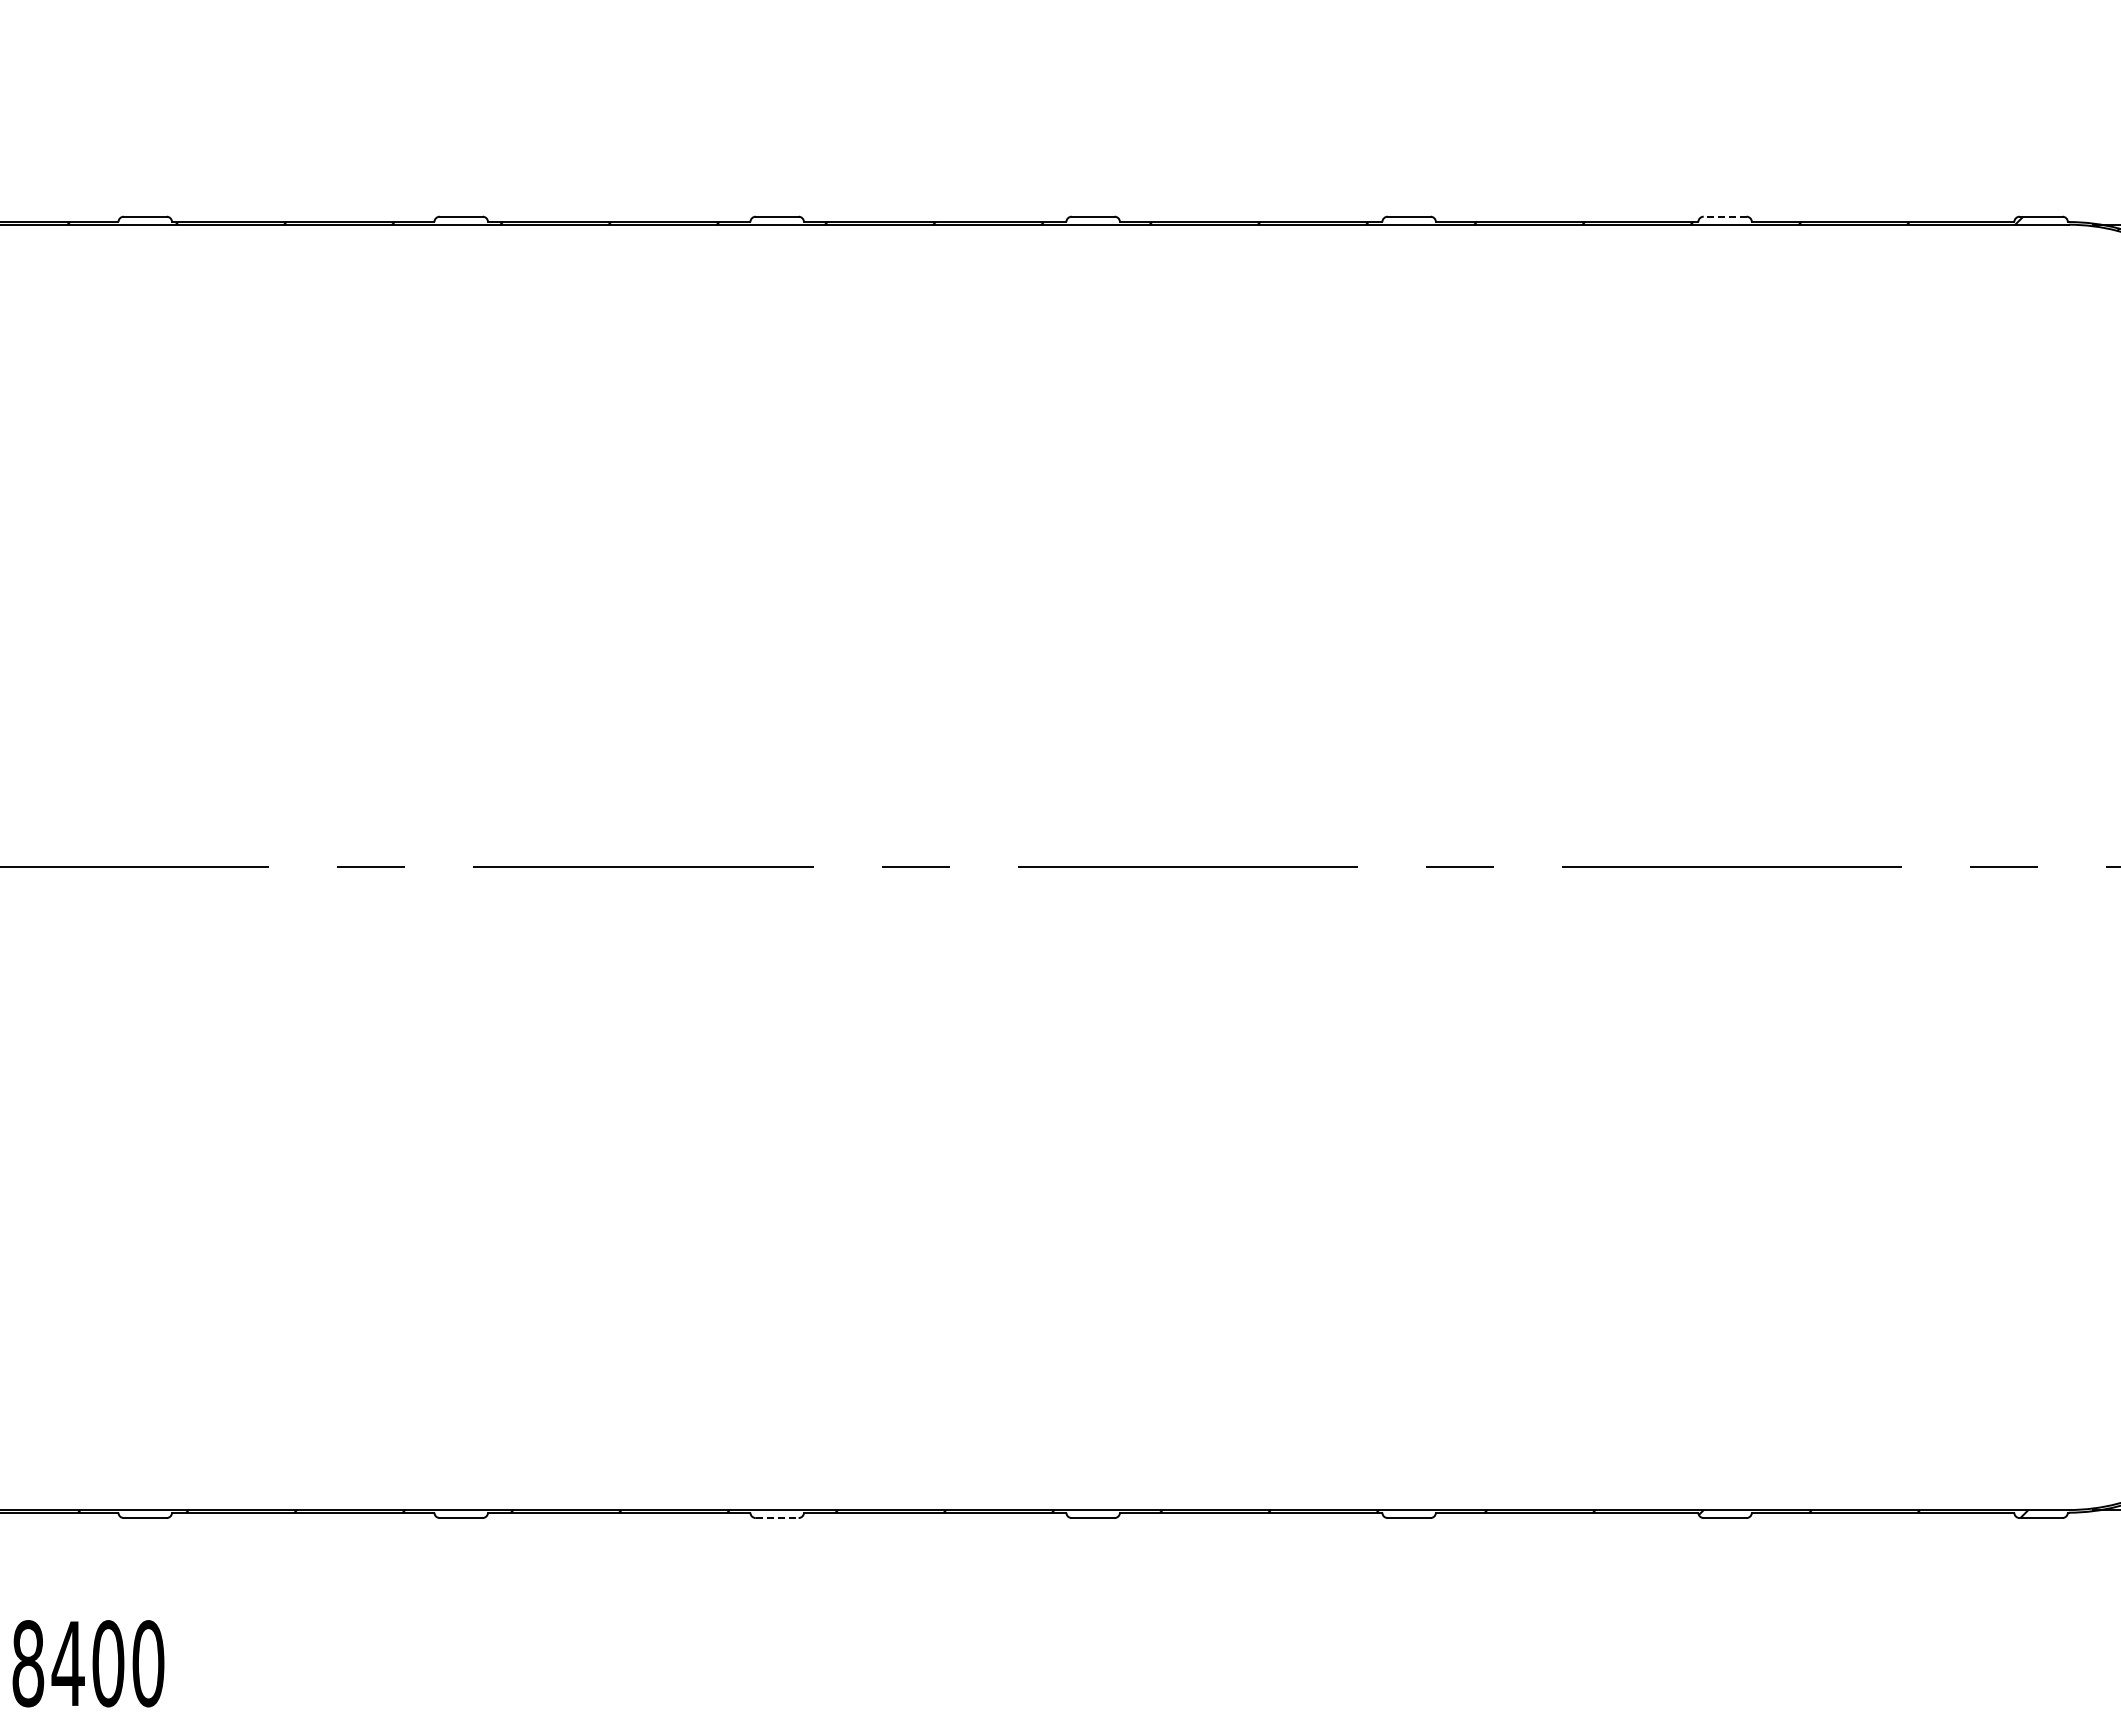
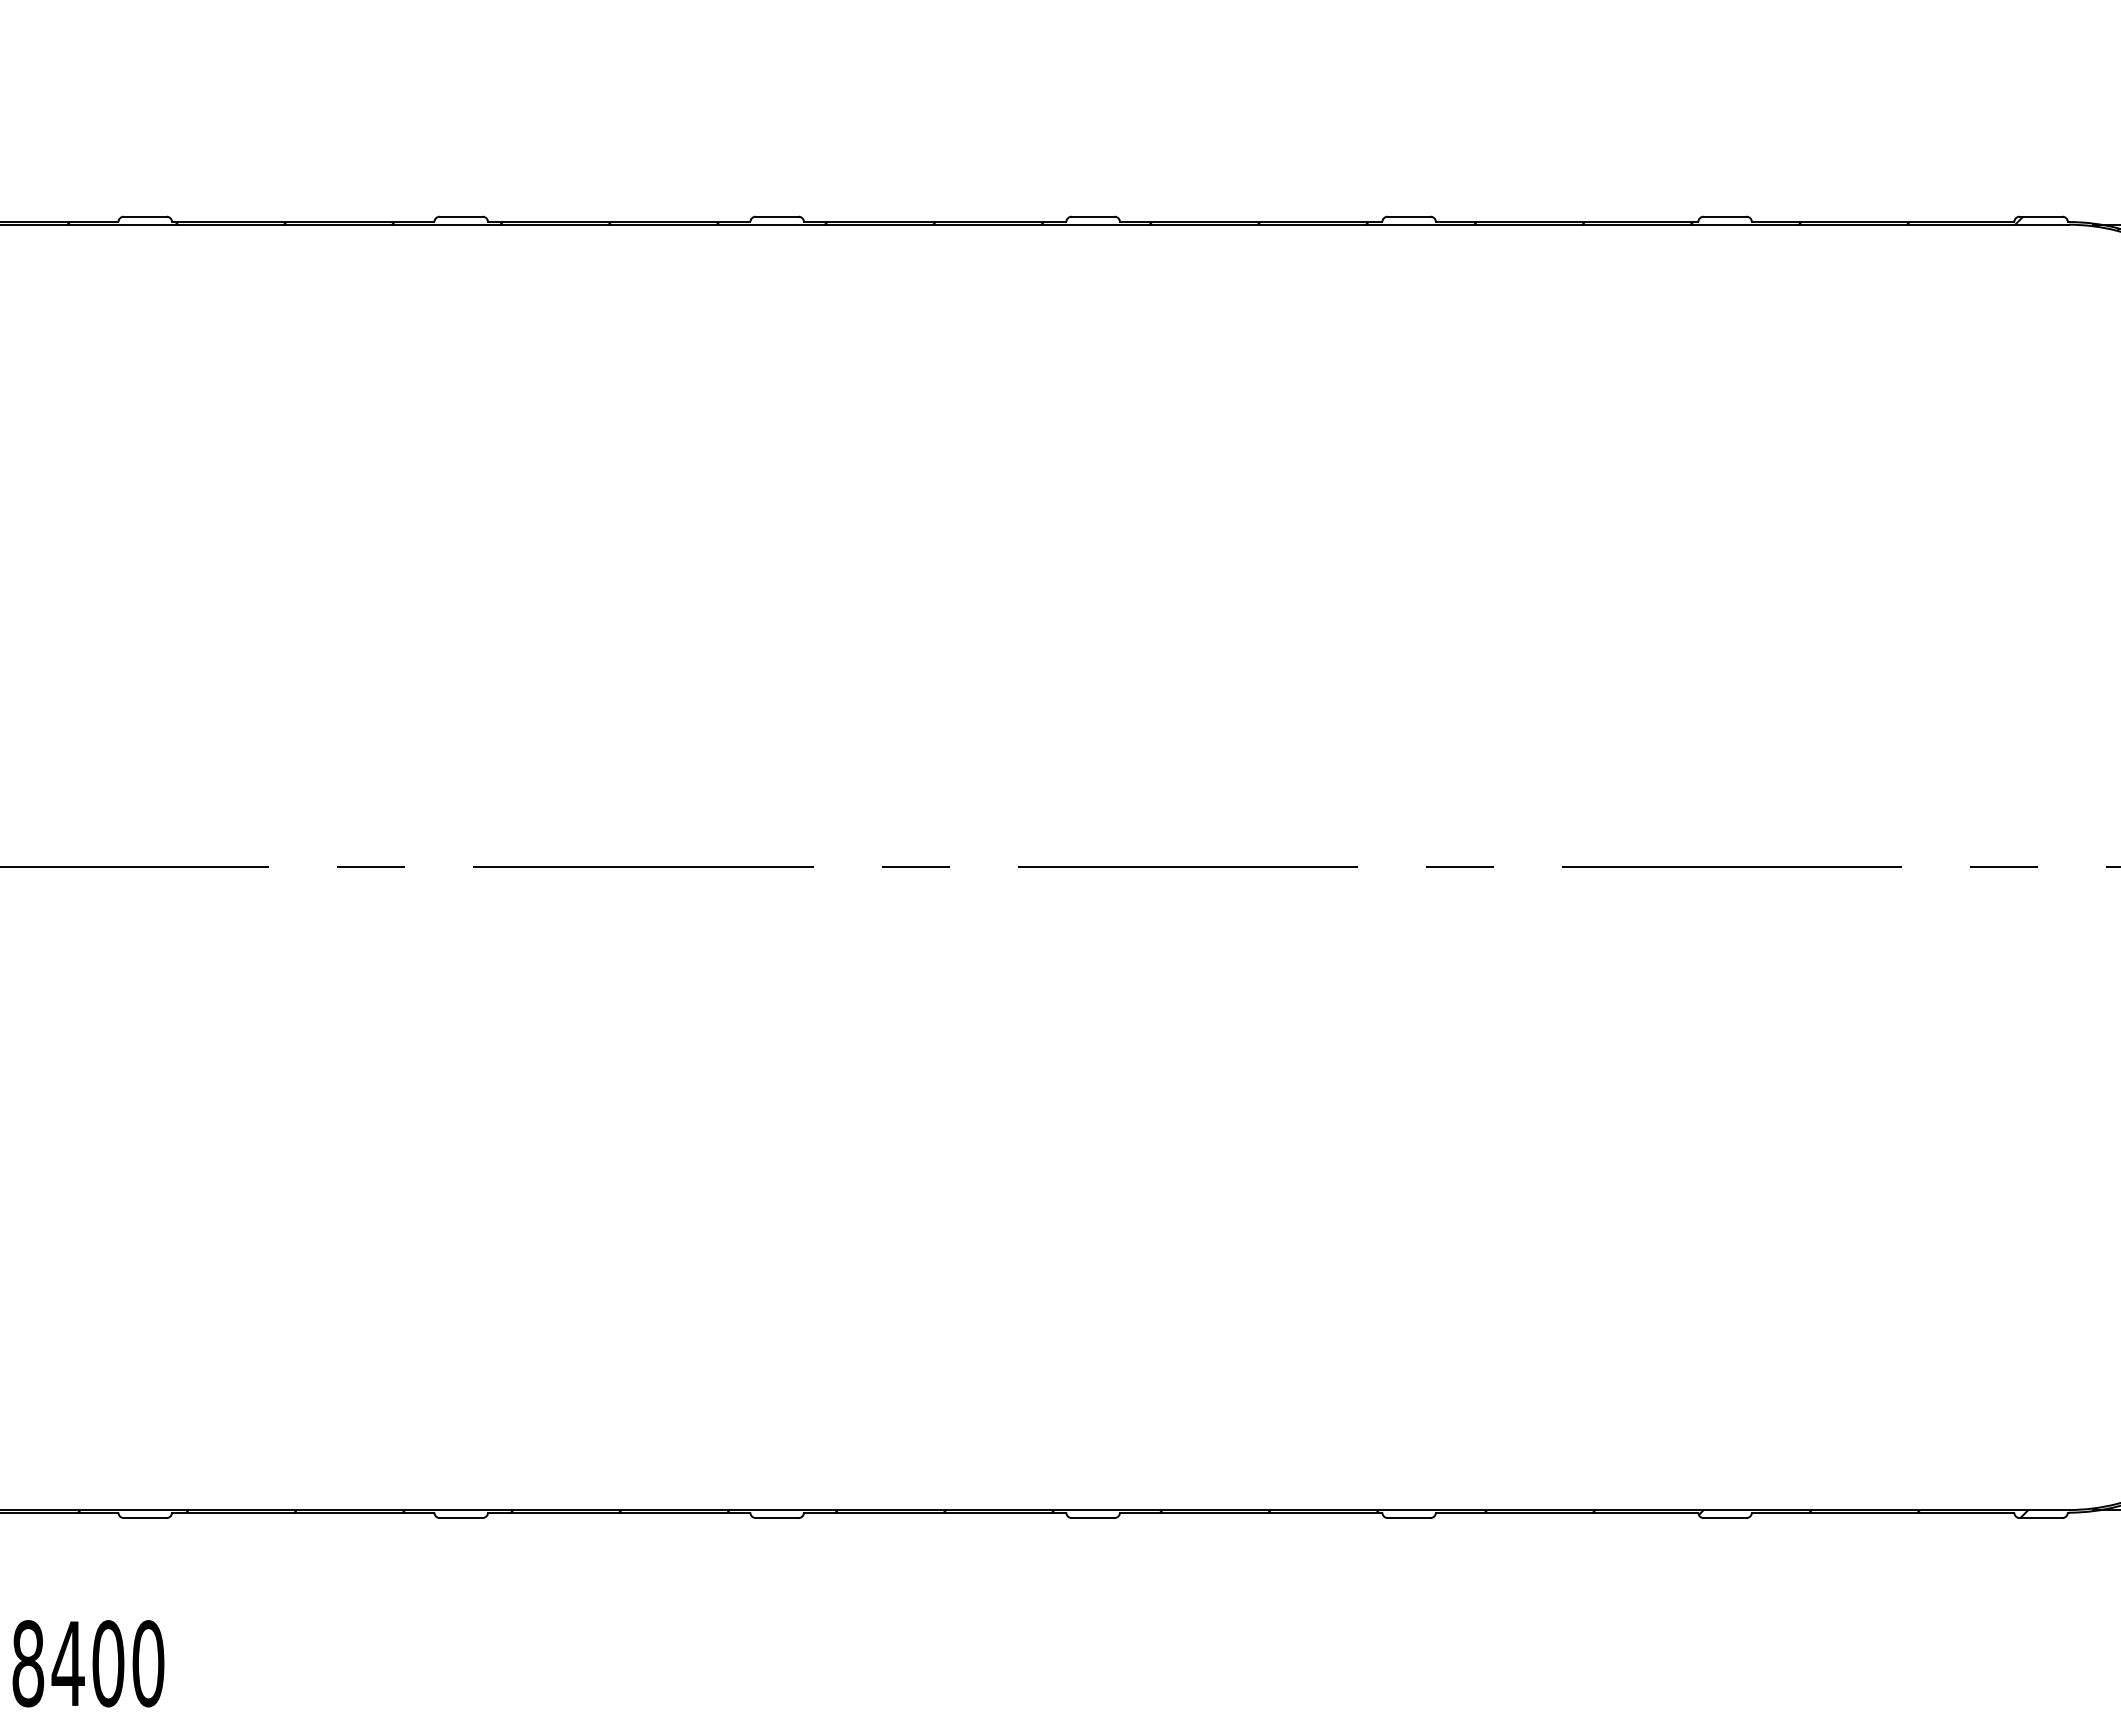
line at (1724, 216): dashed -> solid
line at (777, 1518): dashed -> solid
